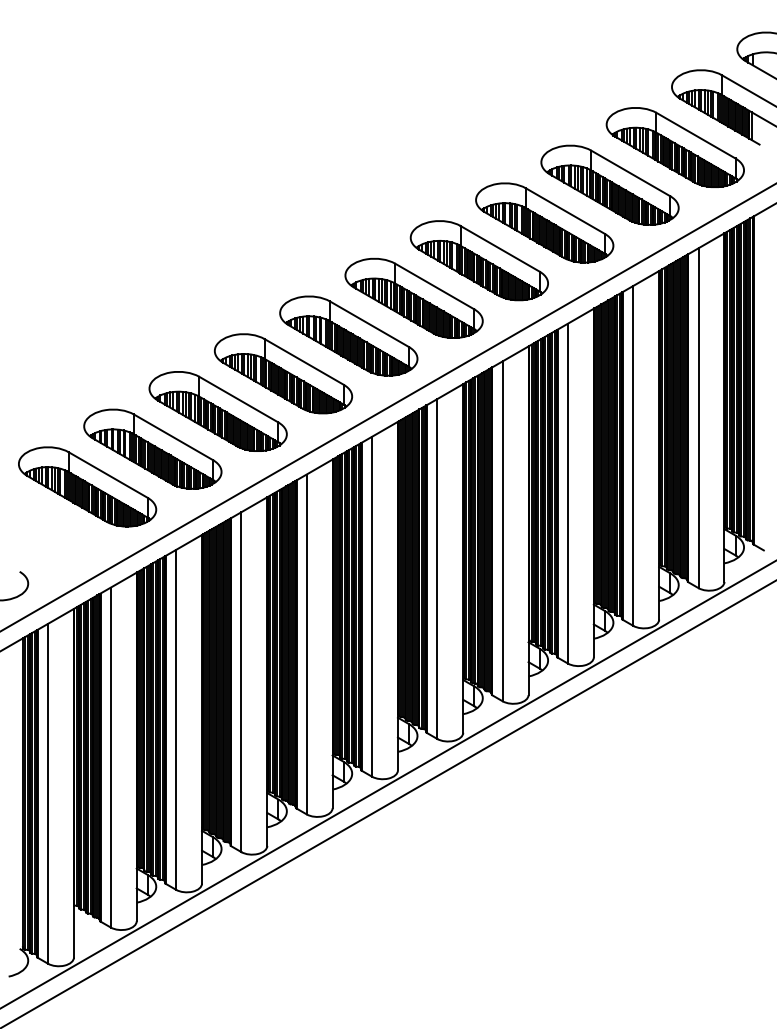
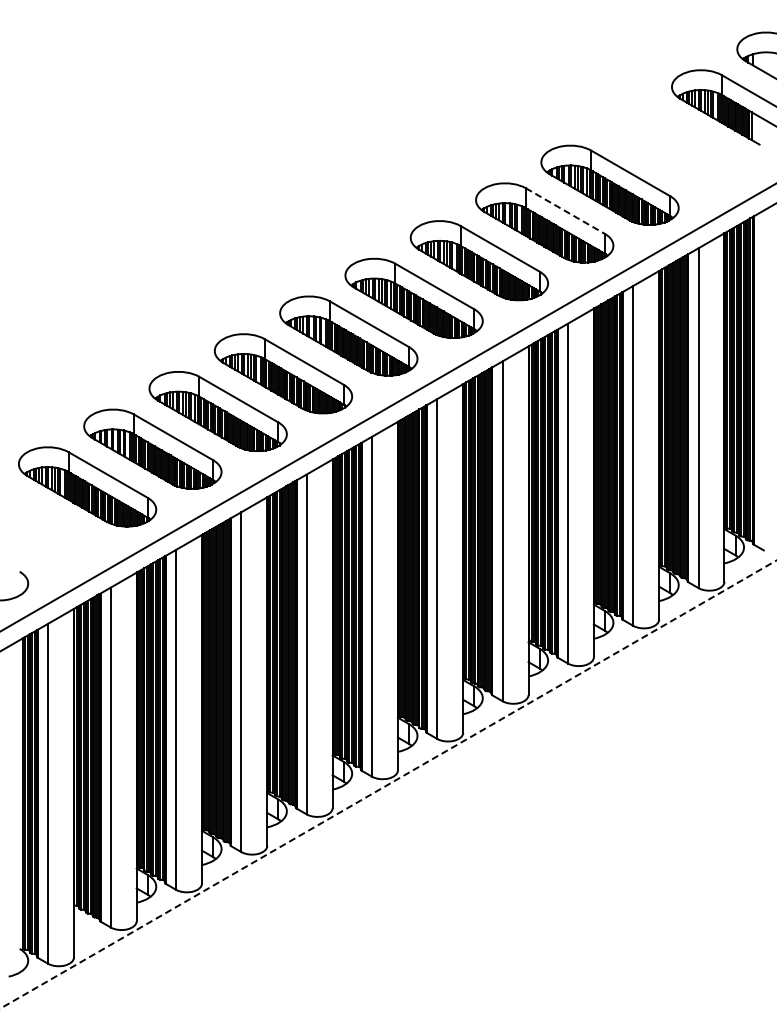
part at (674, 147): present -> none
line at (565, 211): solid -> dashed
line at (388, 784): solid -> dashed
line at (389, 803): present -> none
